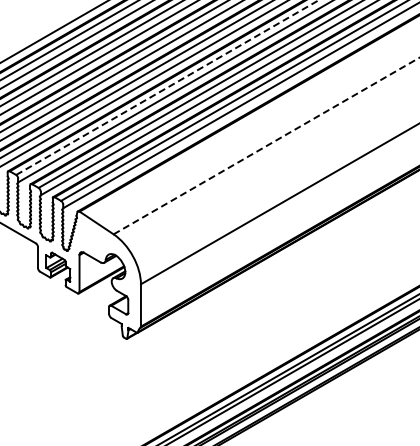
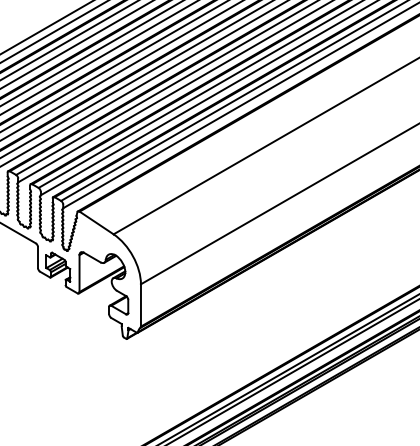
line at (46, 27): none -> present
line at (167, 87): dashed -> solid
line at (266, 145): dashed -> solid
